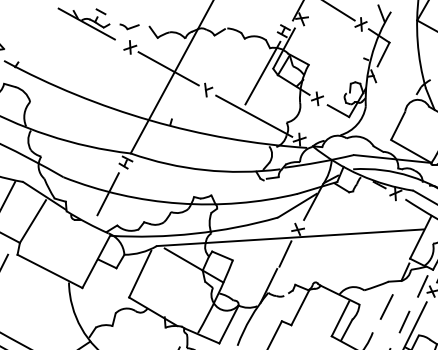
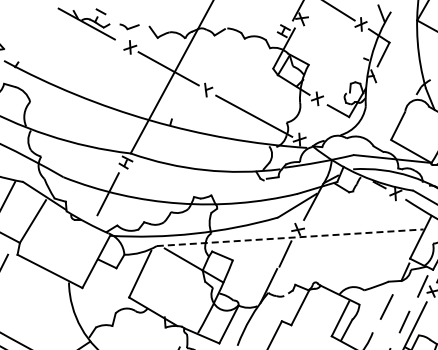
line at (262, 72): present -> none
line at (290, 237): solid -> dashed
